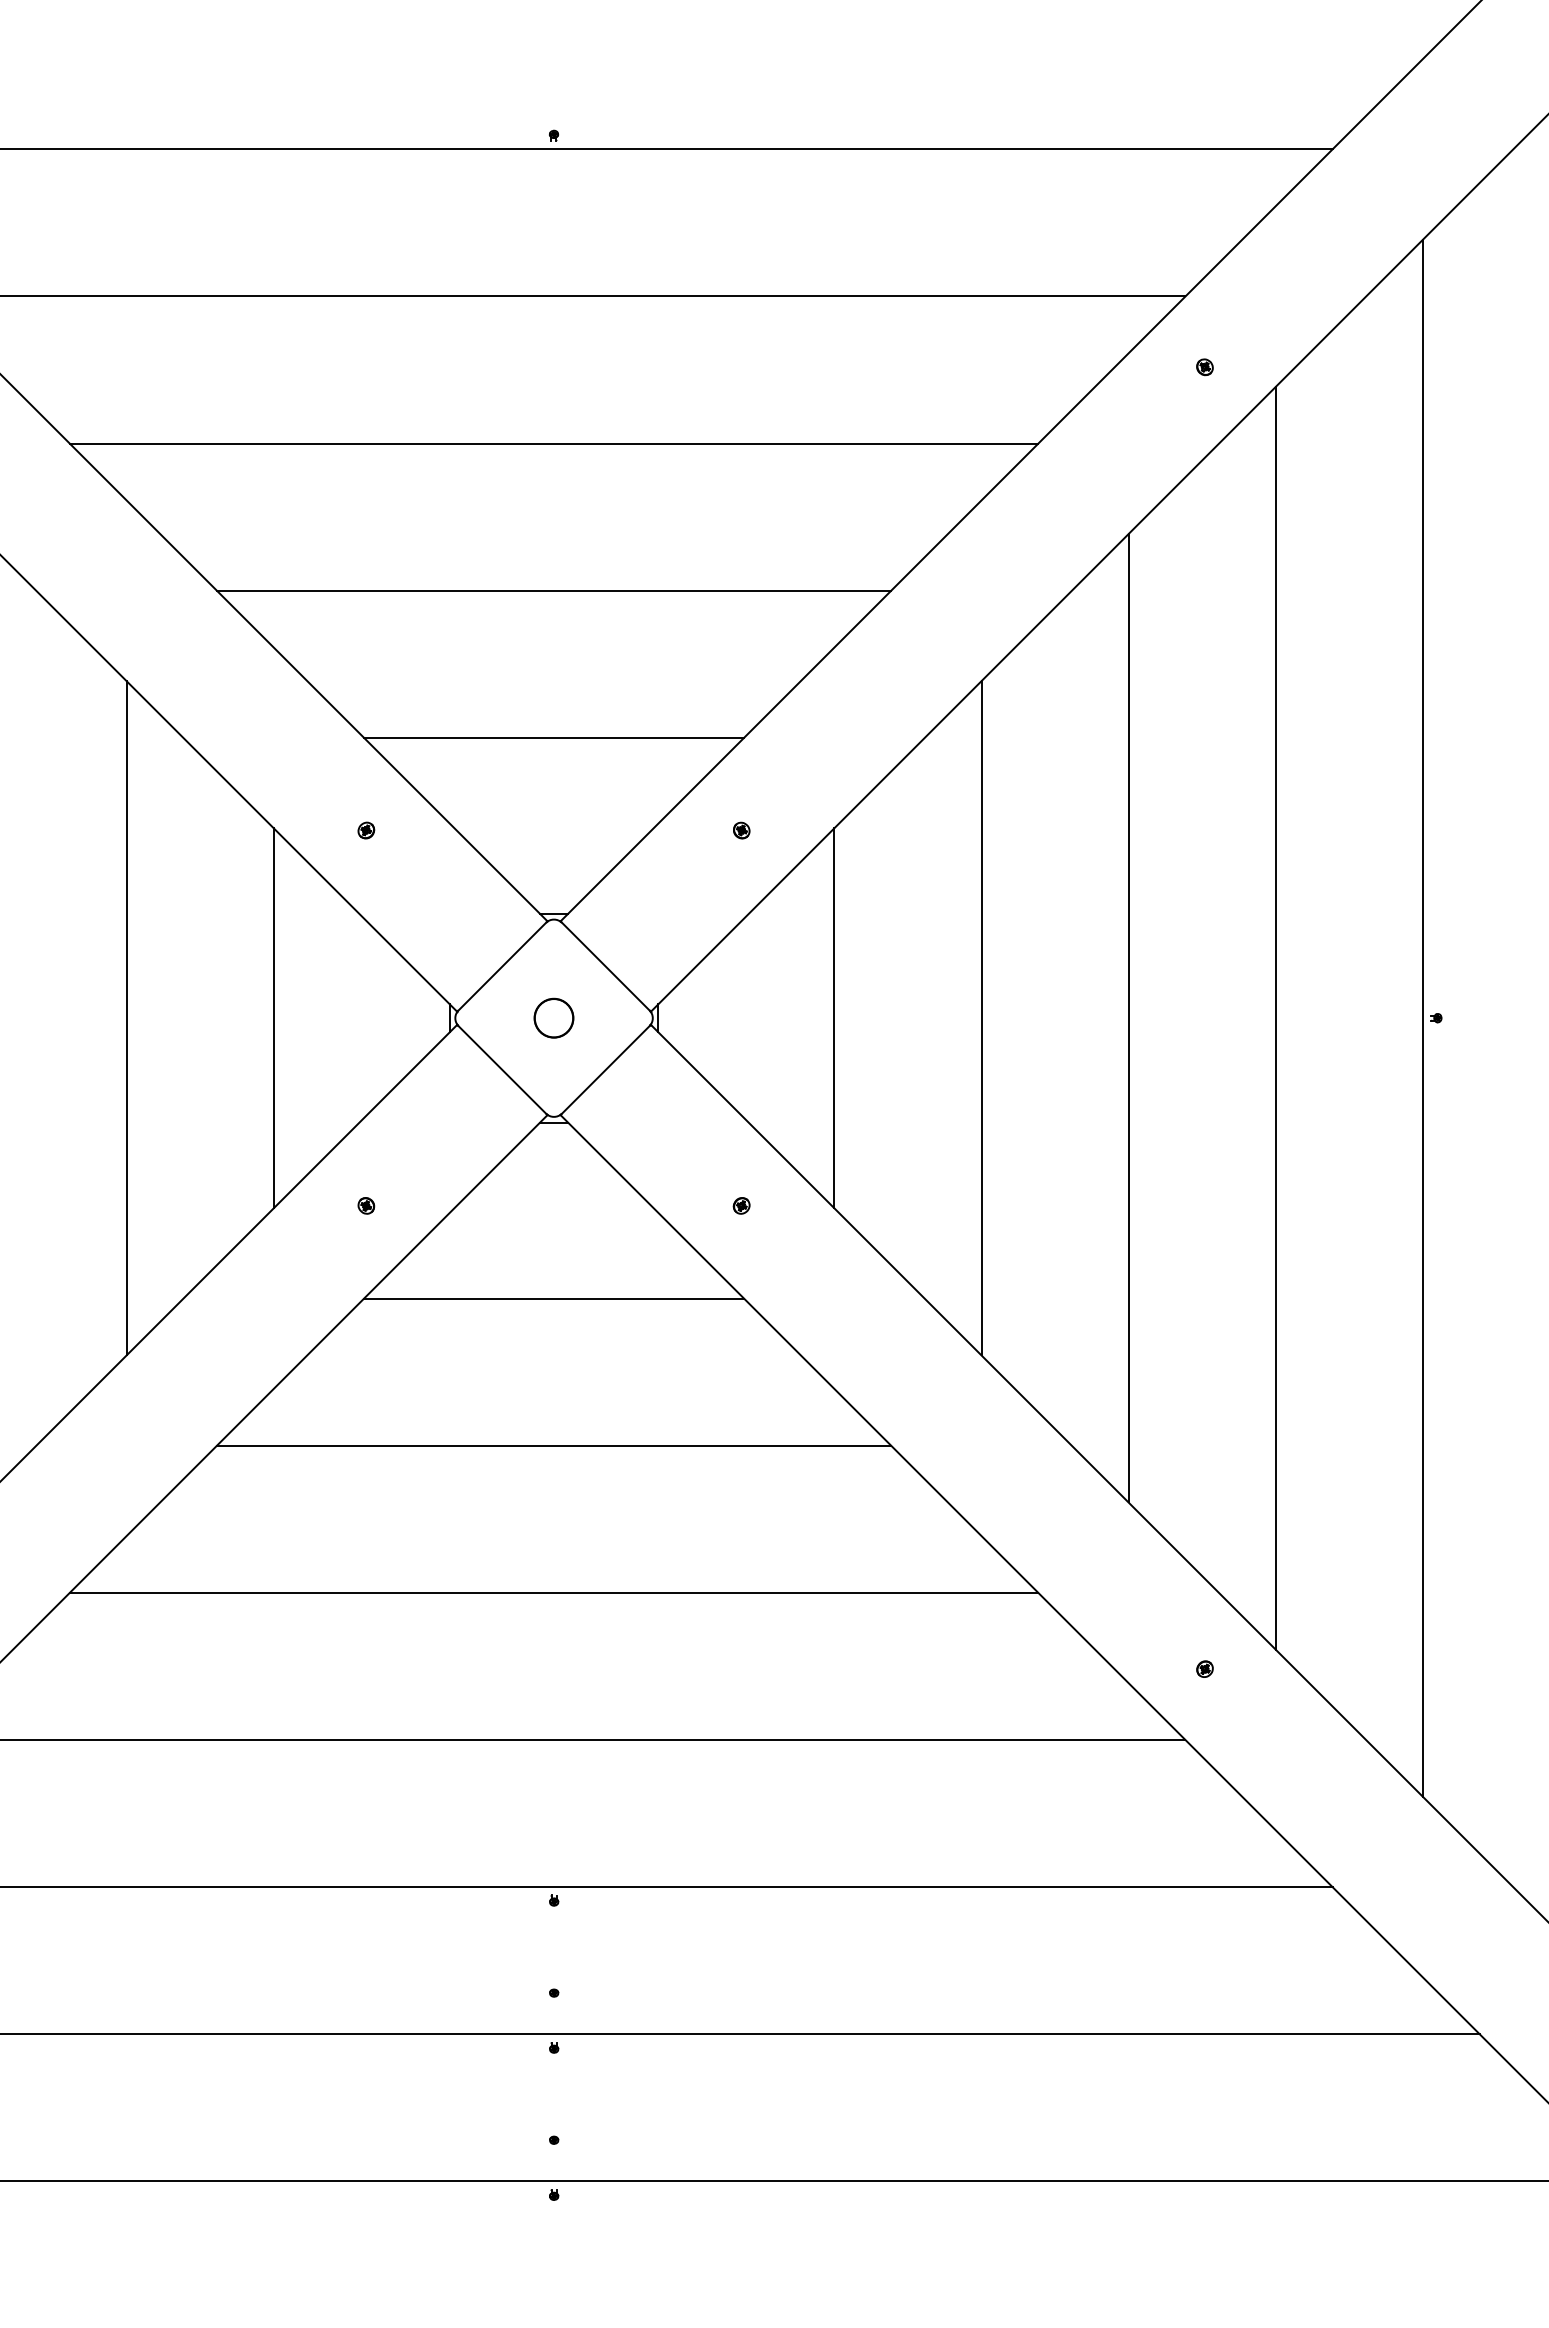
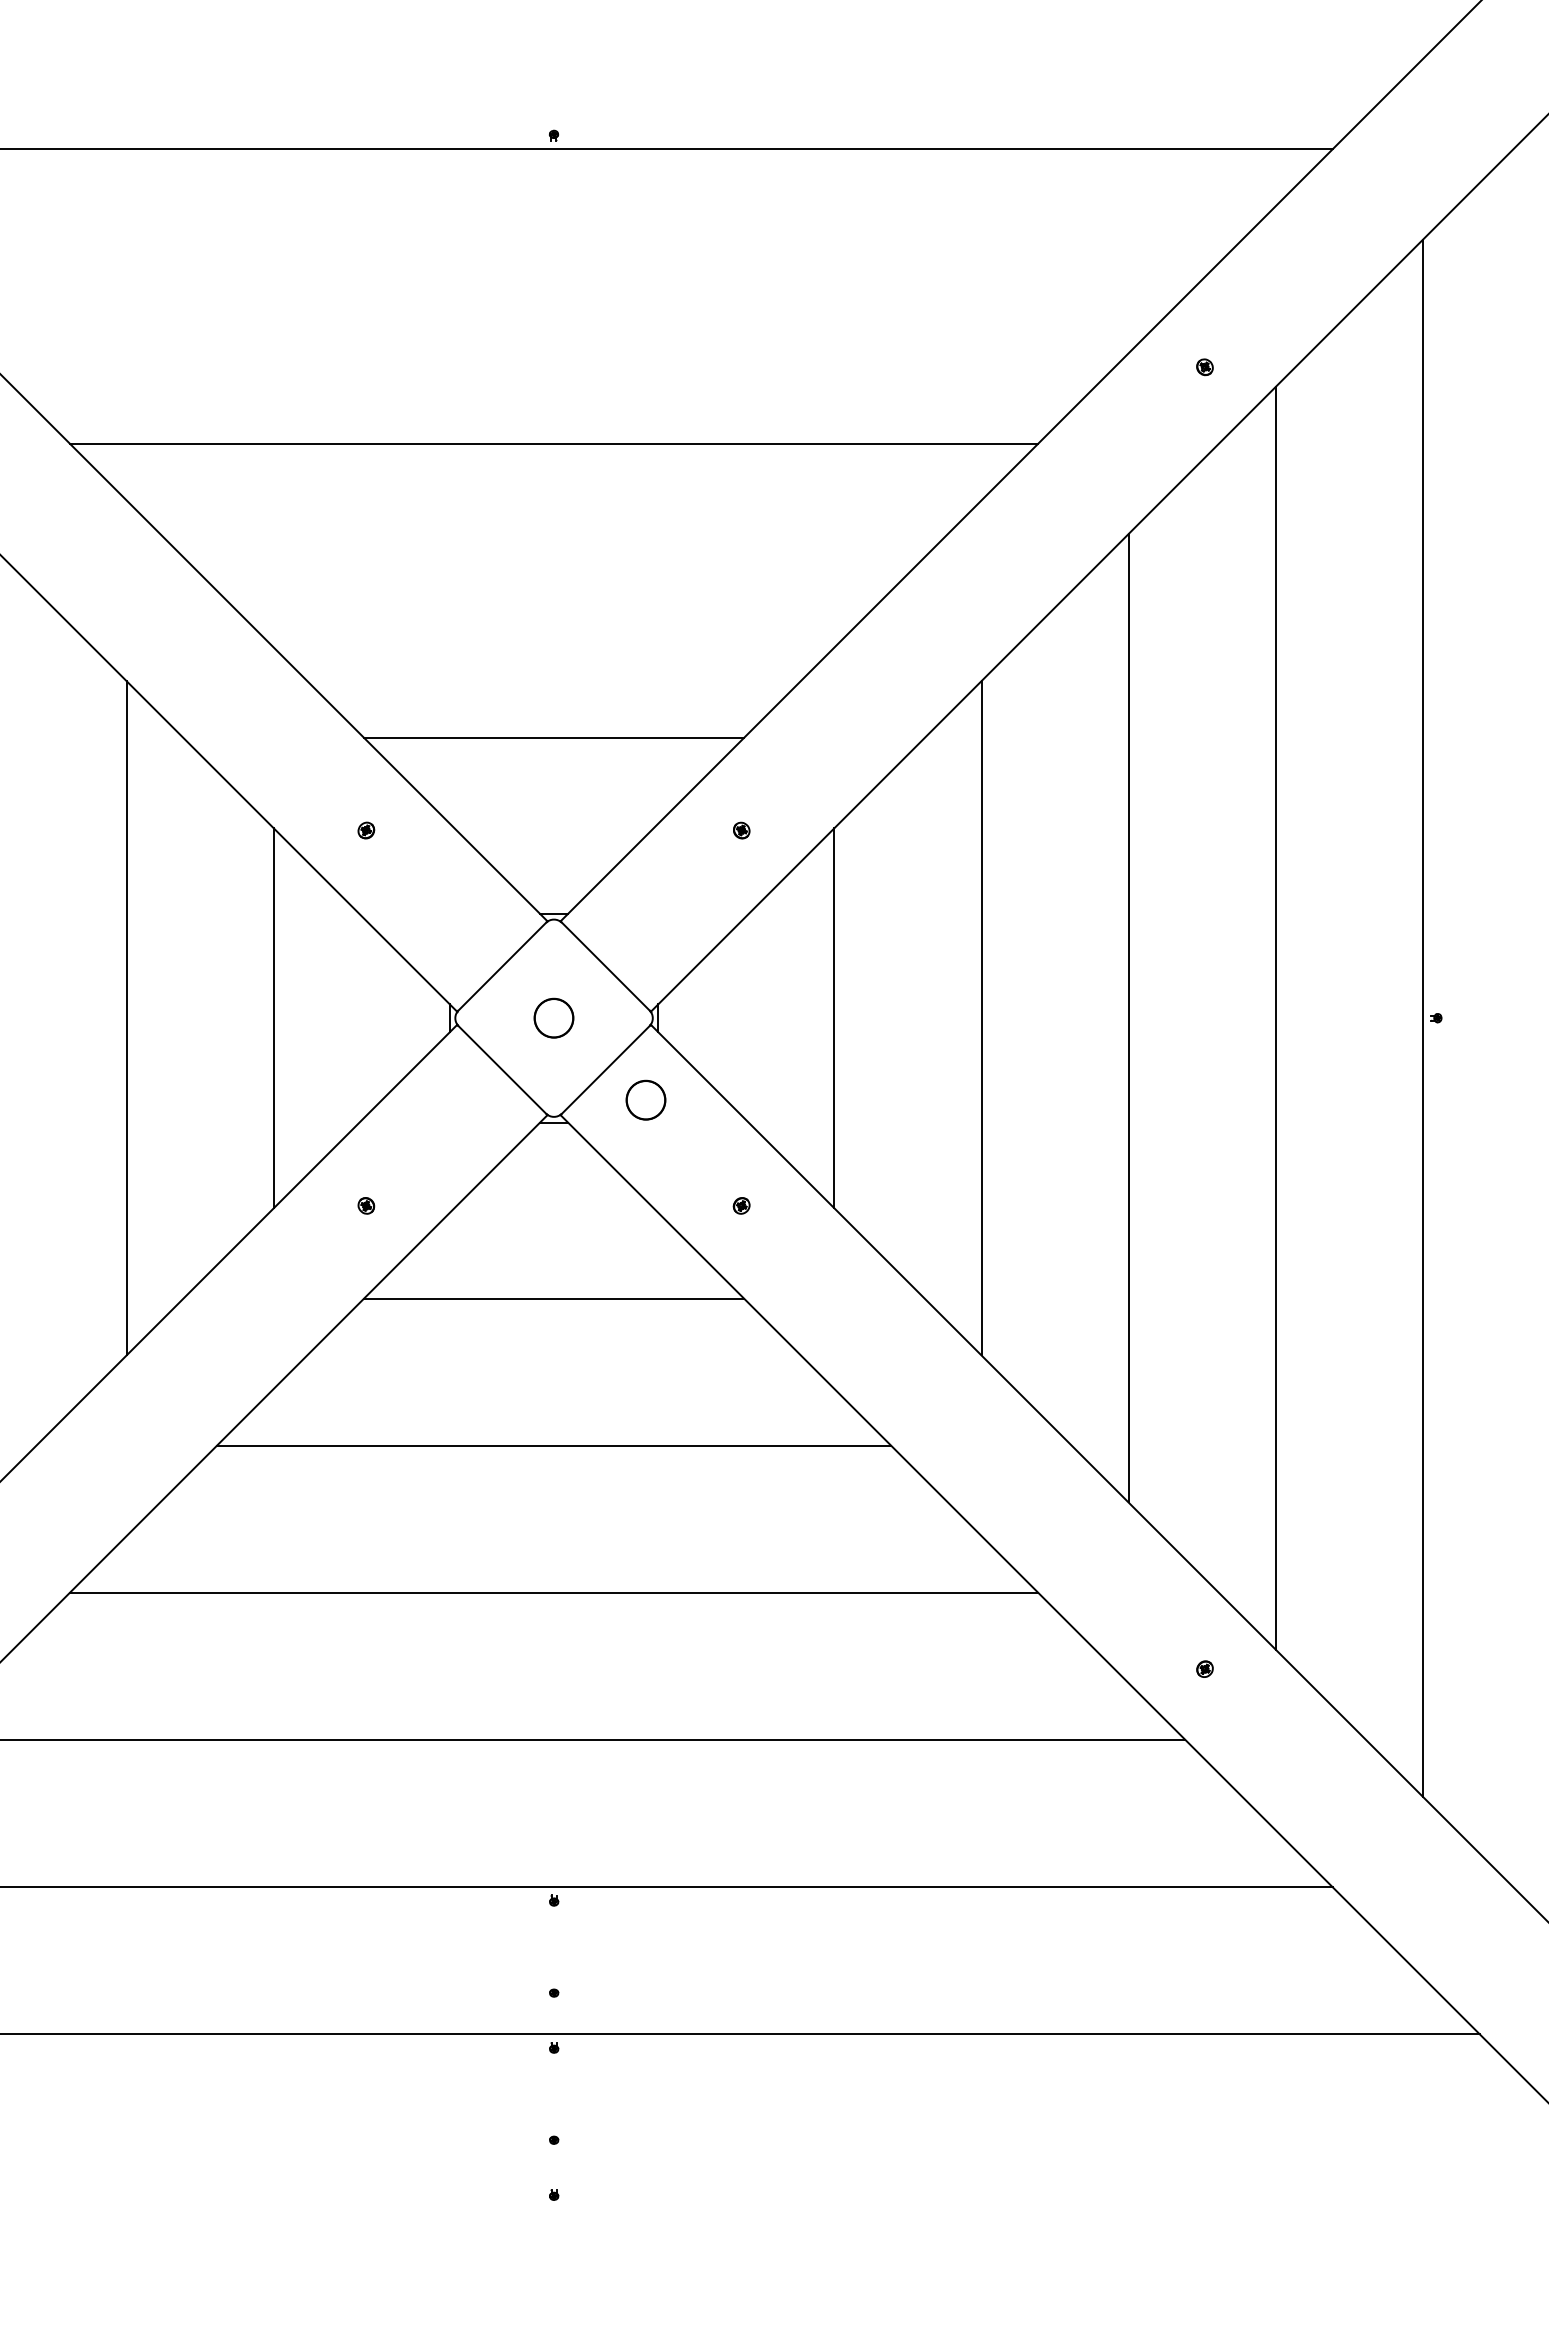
line at (593, 296): present -> none
line at (553, 590): present -> none
part at (645, 1099): none -> present
line at (773, 2181): present -> none
